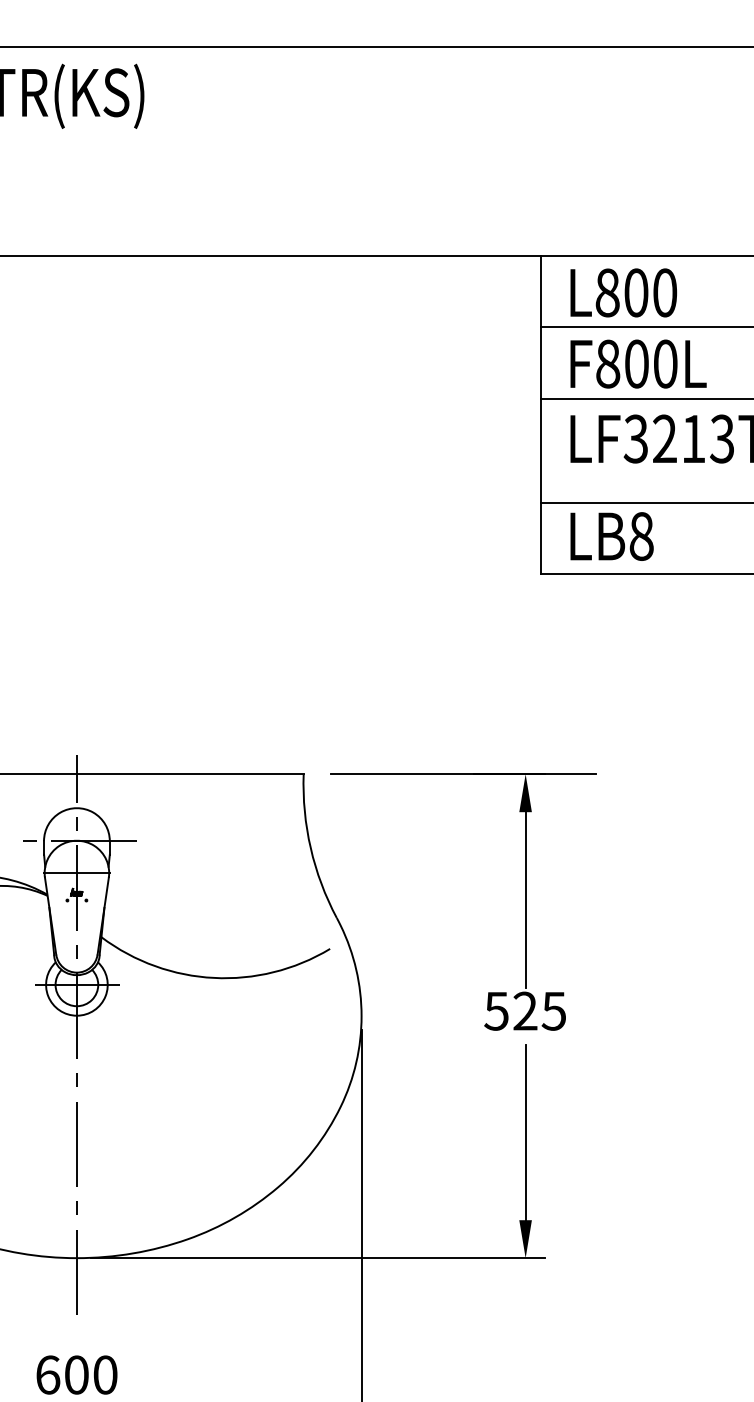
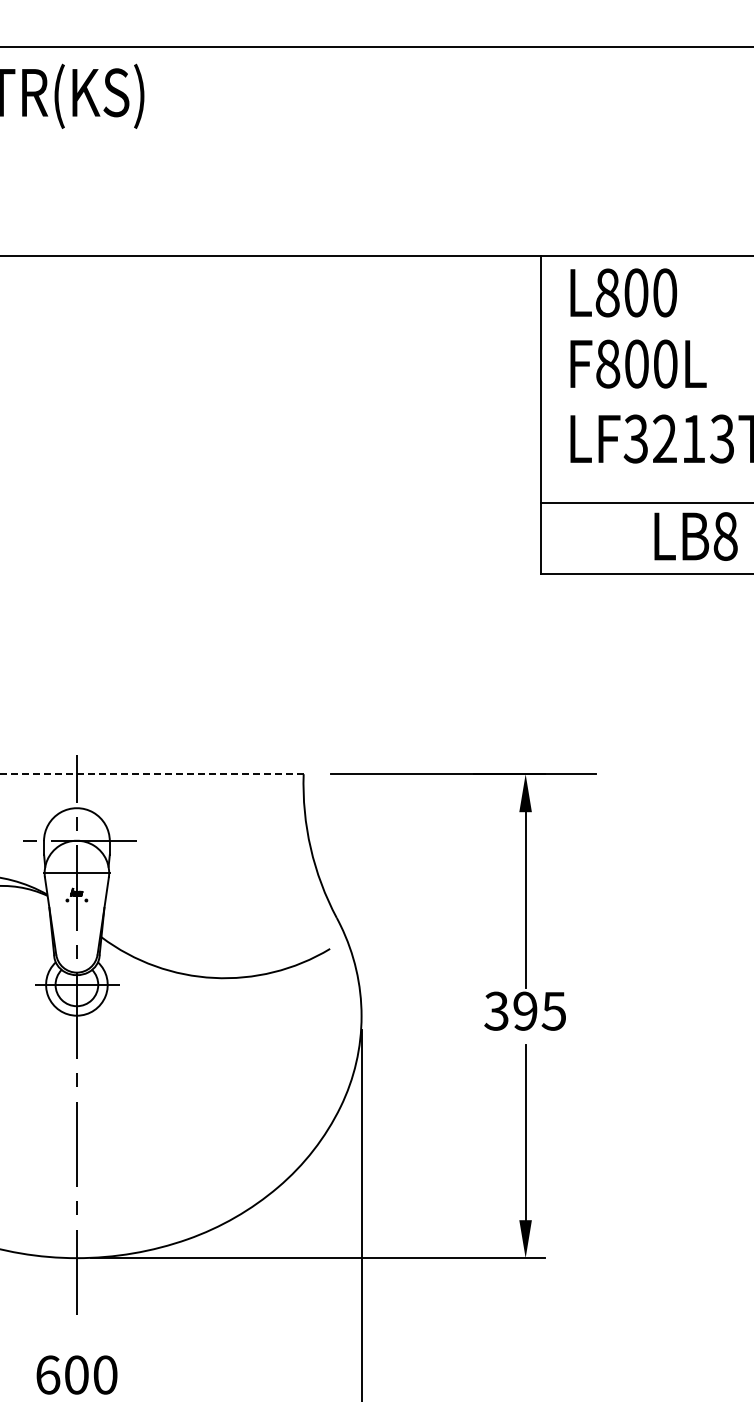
line at (645, 327): present -> none
line at (645, 398): present -> none
text at (611, 536) position: (611, 536) -> (695, 536)
line at (151, 774): solid -> dashed
text at (510, 1010): 525 -> 395
